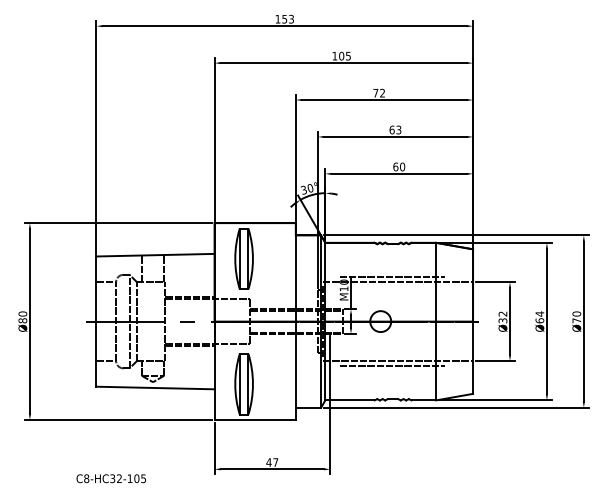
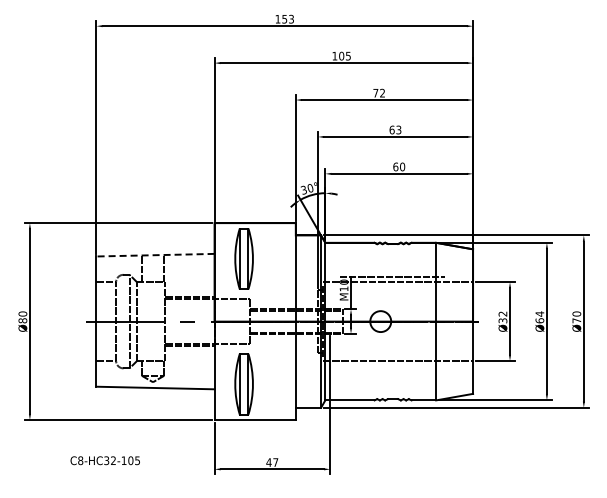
line at (155, 255): solid -> dashed
line at (392, 365): present -> none
text at (110, 478) position: (110, 478) -> (104, 460)
